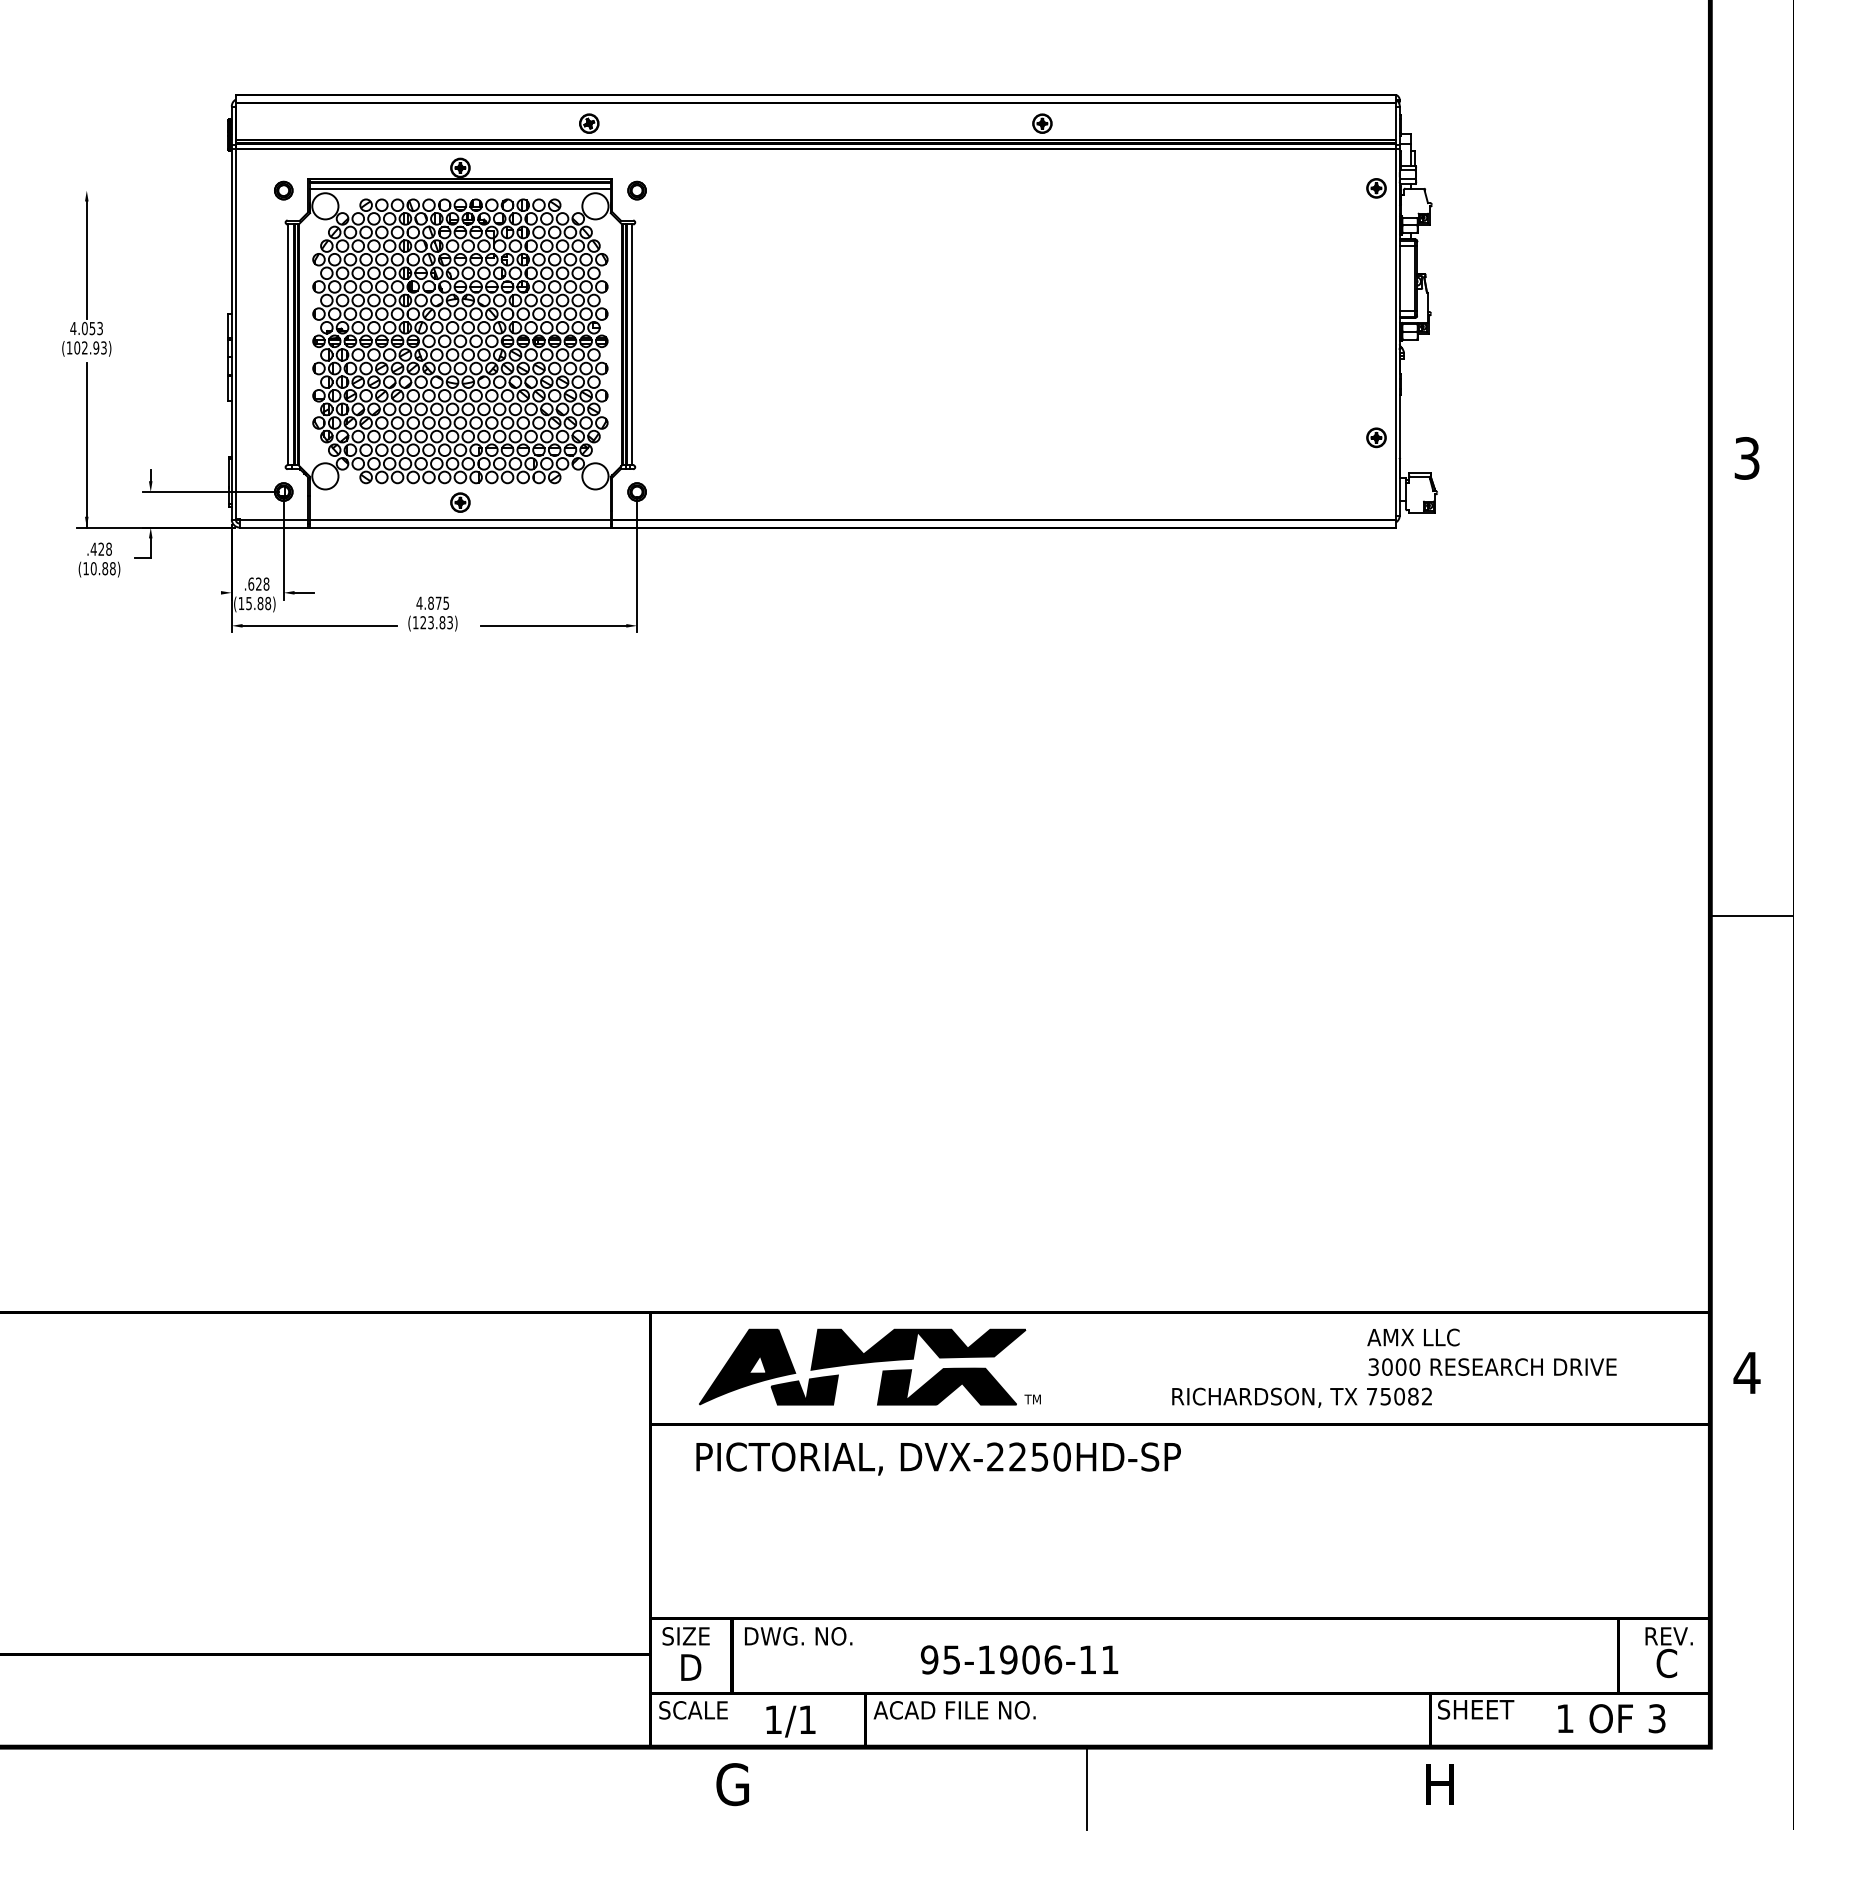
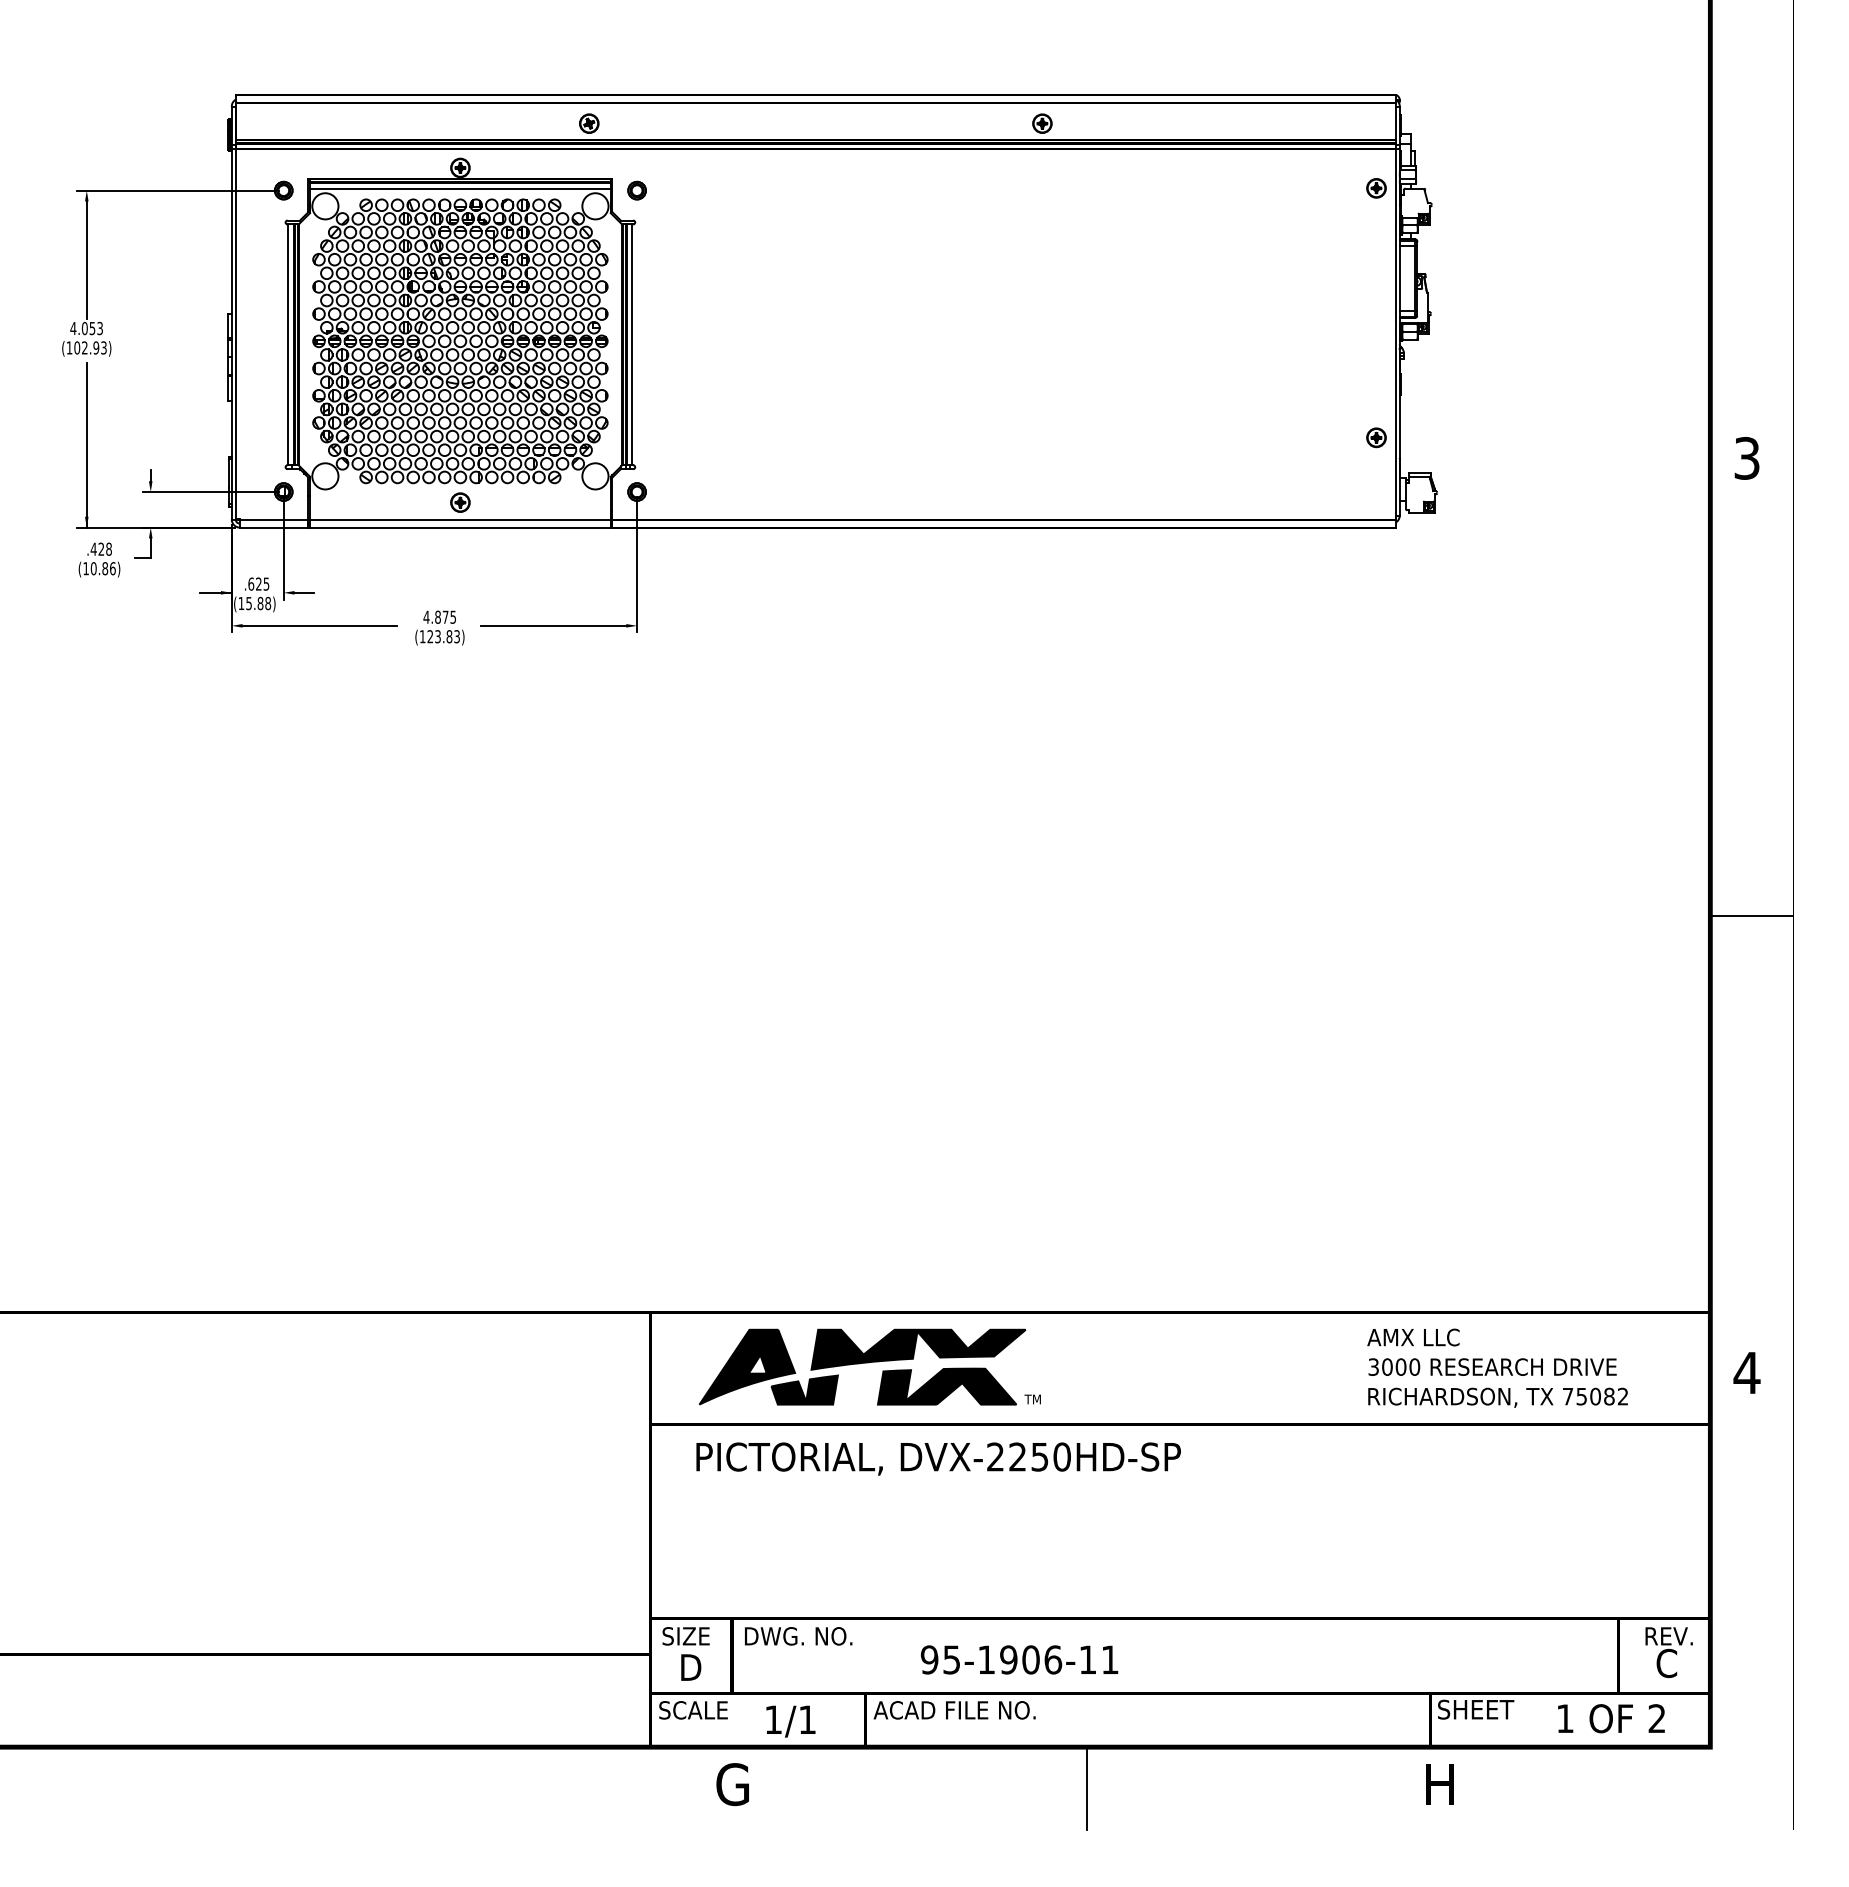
line at (177, 190): none -> present
text at (112, 568): (10.88) -> (10.86)
text at (266, 583): .628 -> .625
line at (215, 592): none -> present
text at (432, 613) position: (432, 613) -> (439, 627)
text at (1301, 1397) position: (1301, 1397) -> (1497, 1397)
text at (1656, 1718): 3 -> 2
